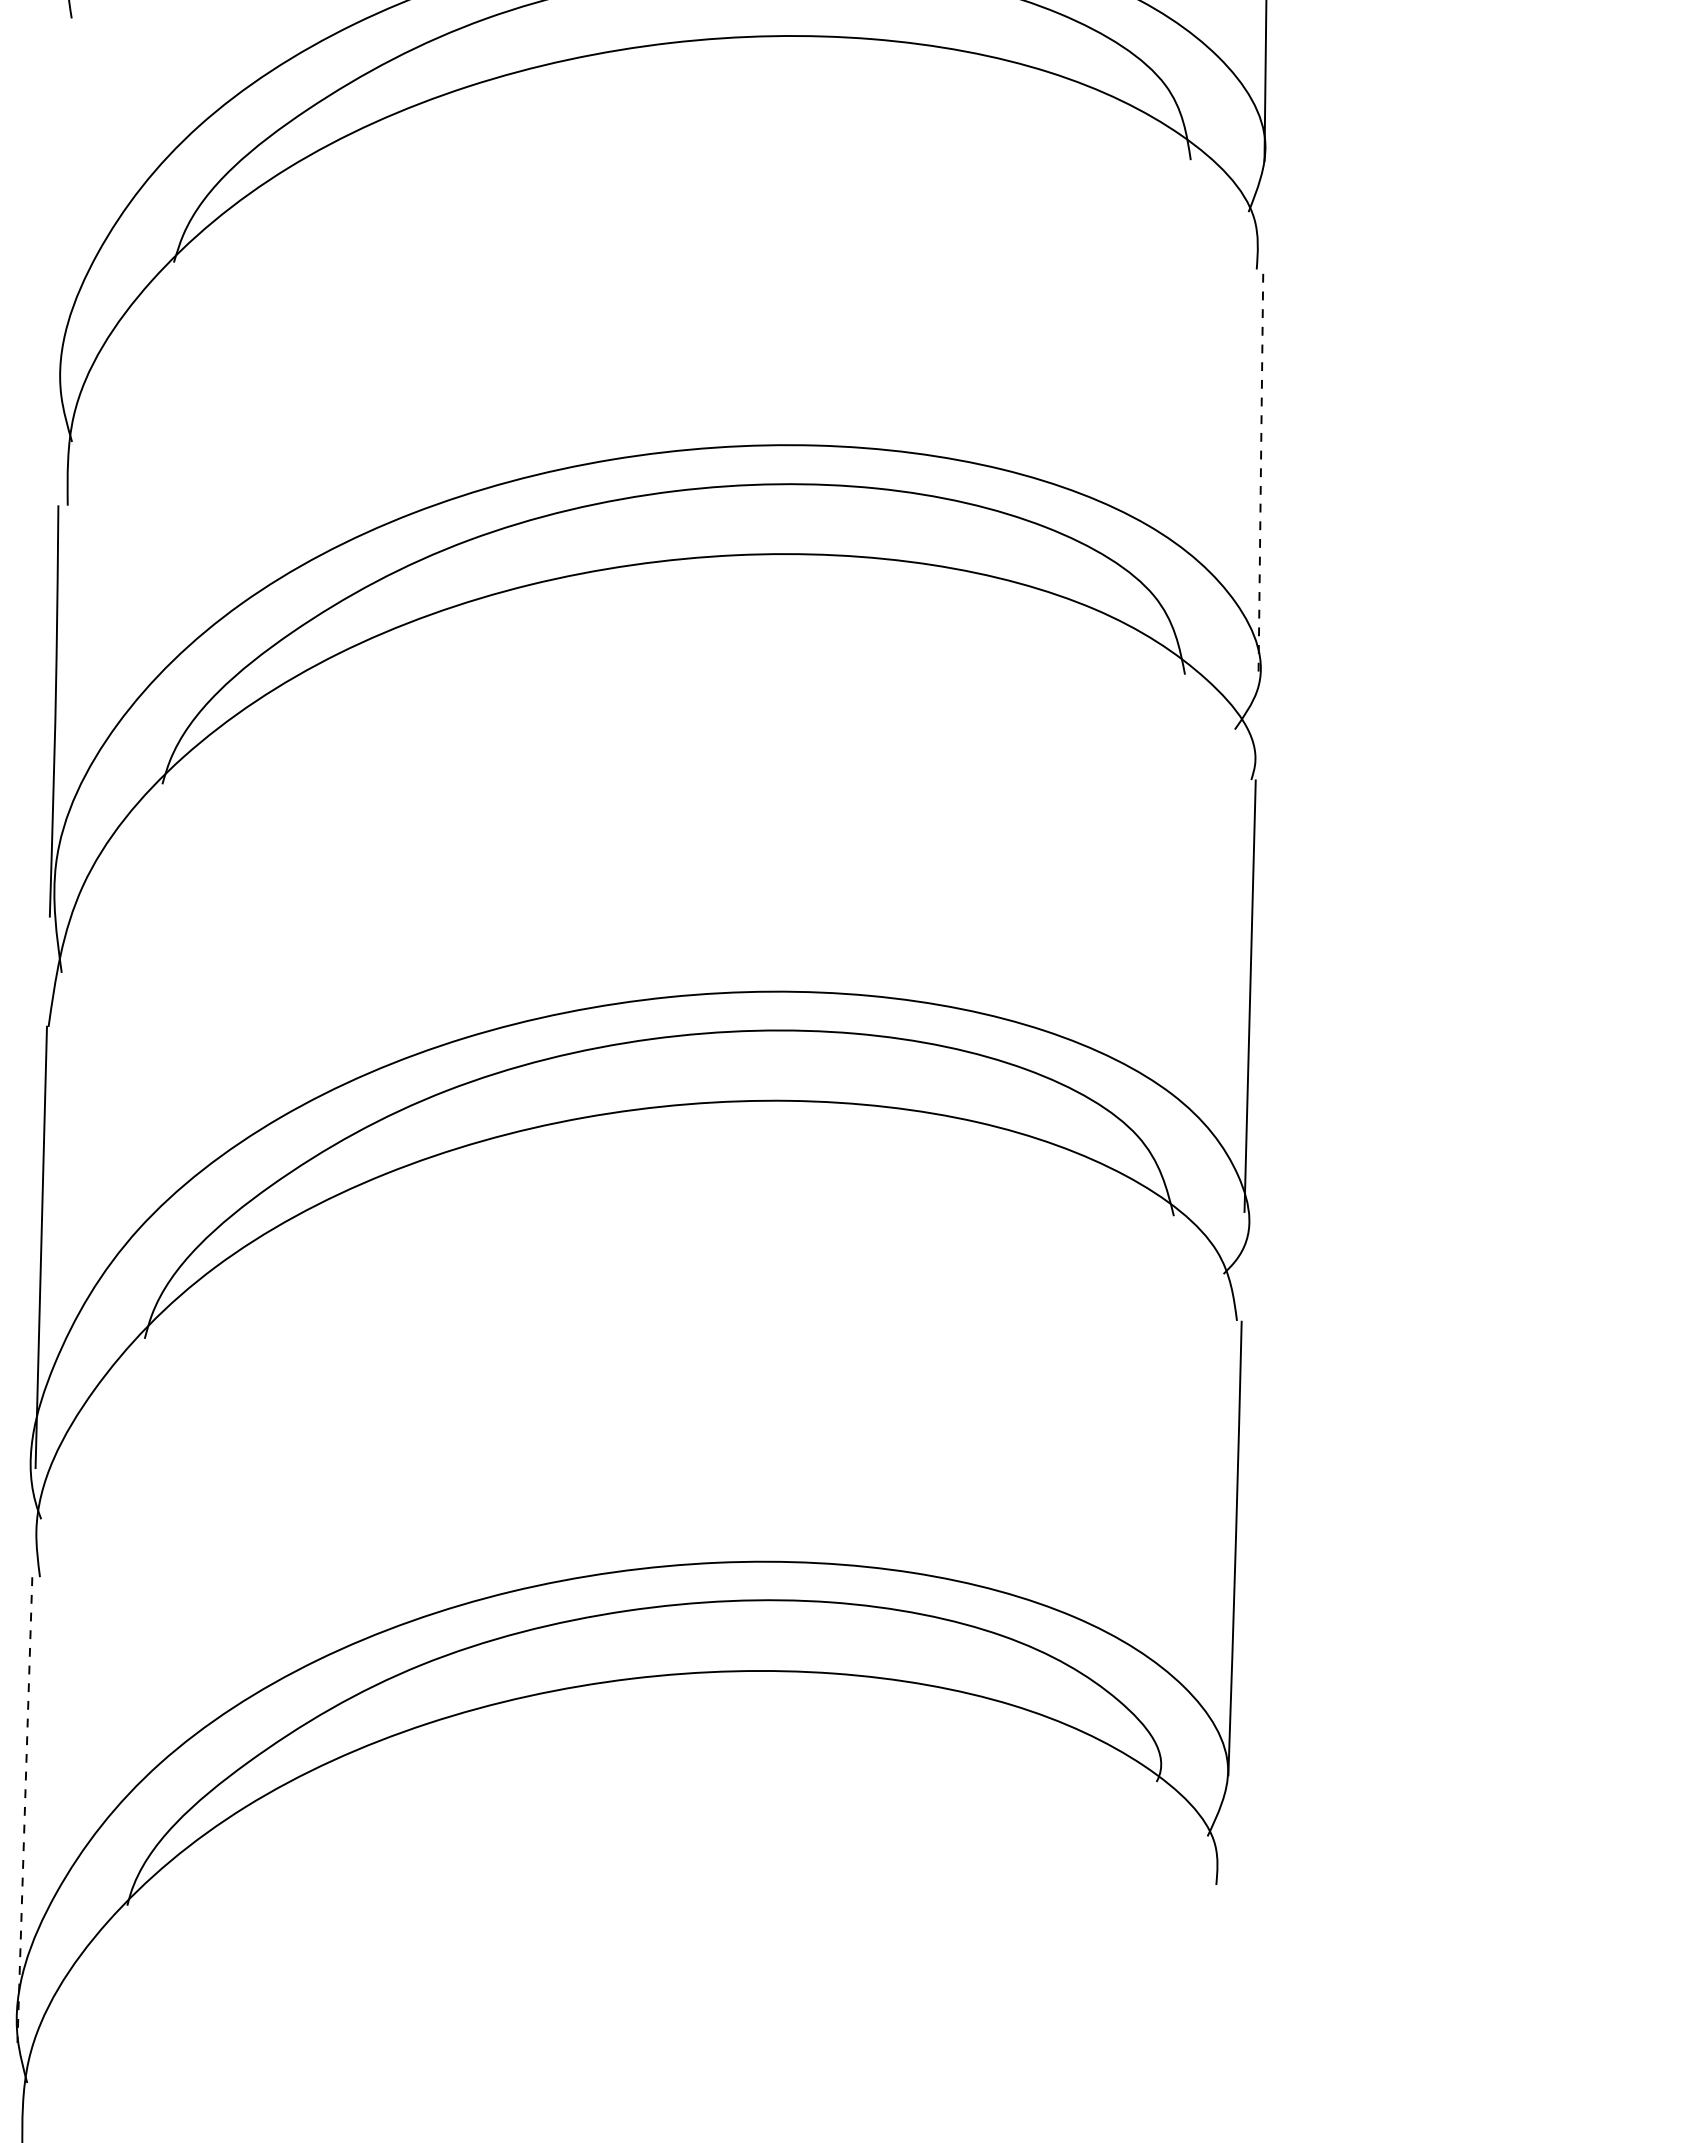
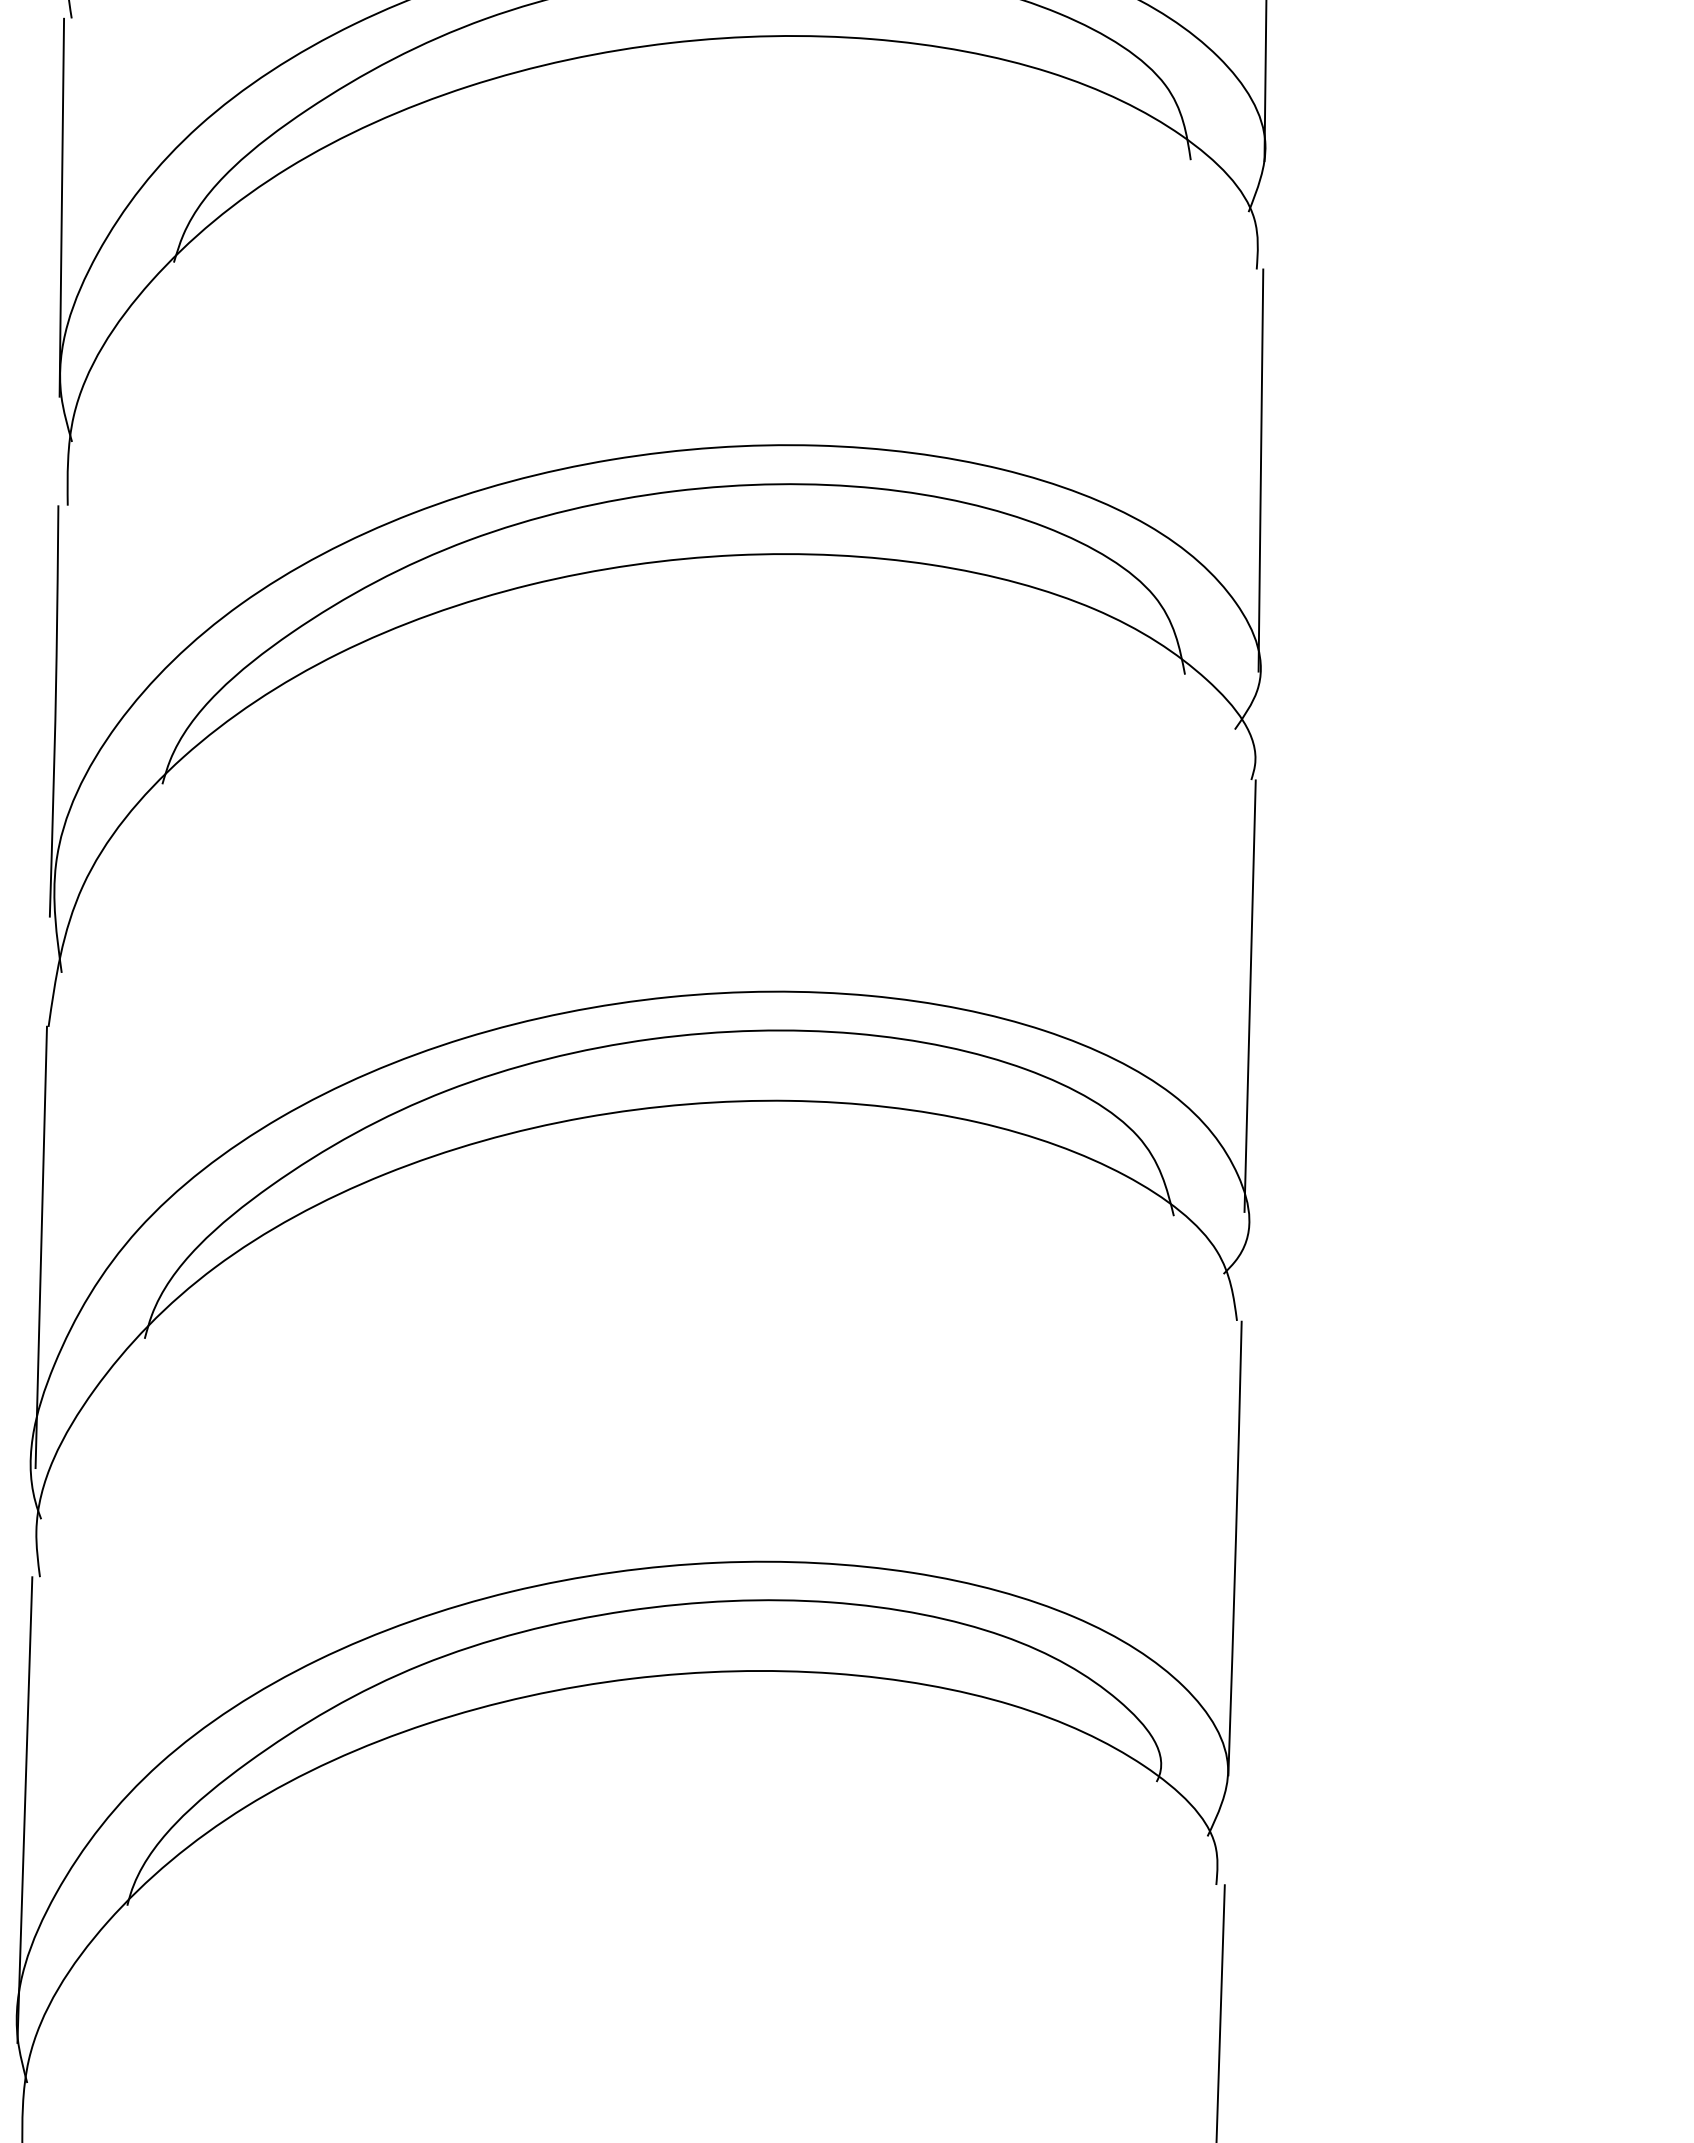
line at (61, 207): none -> present
line at (1260, 470): dashed -> solid
line at (24, 1810): dashed -> solid
line at (1220, 2012): none -> present
